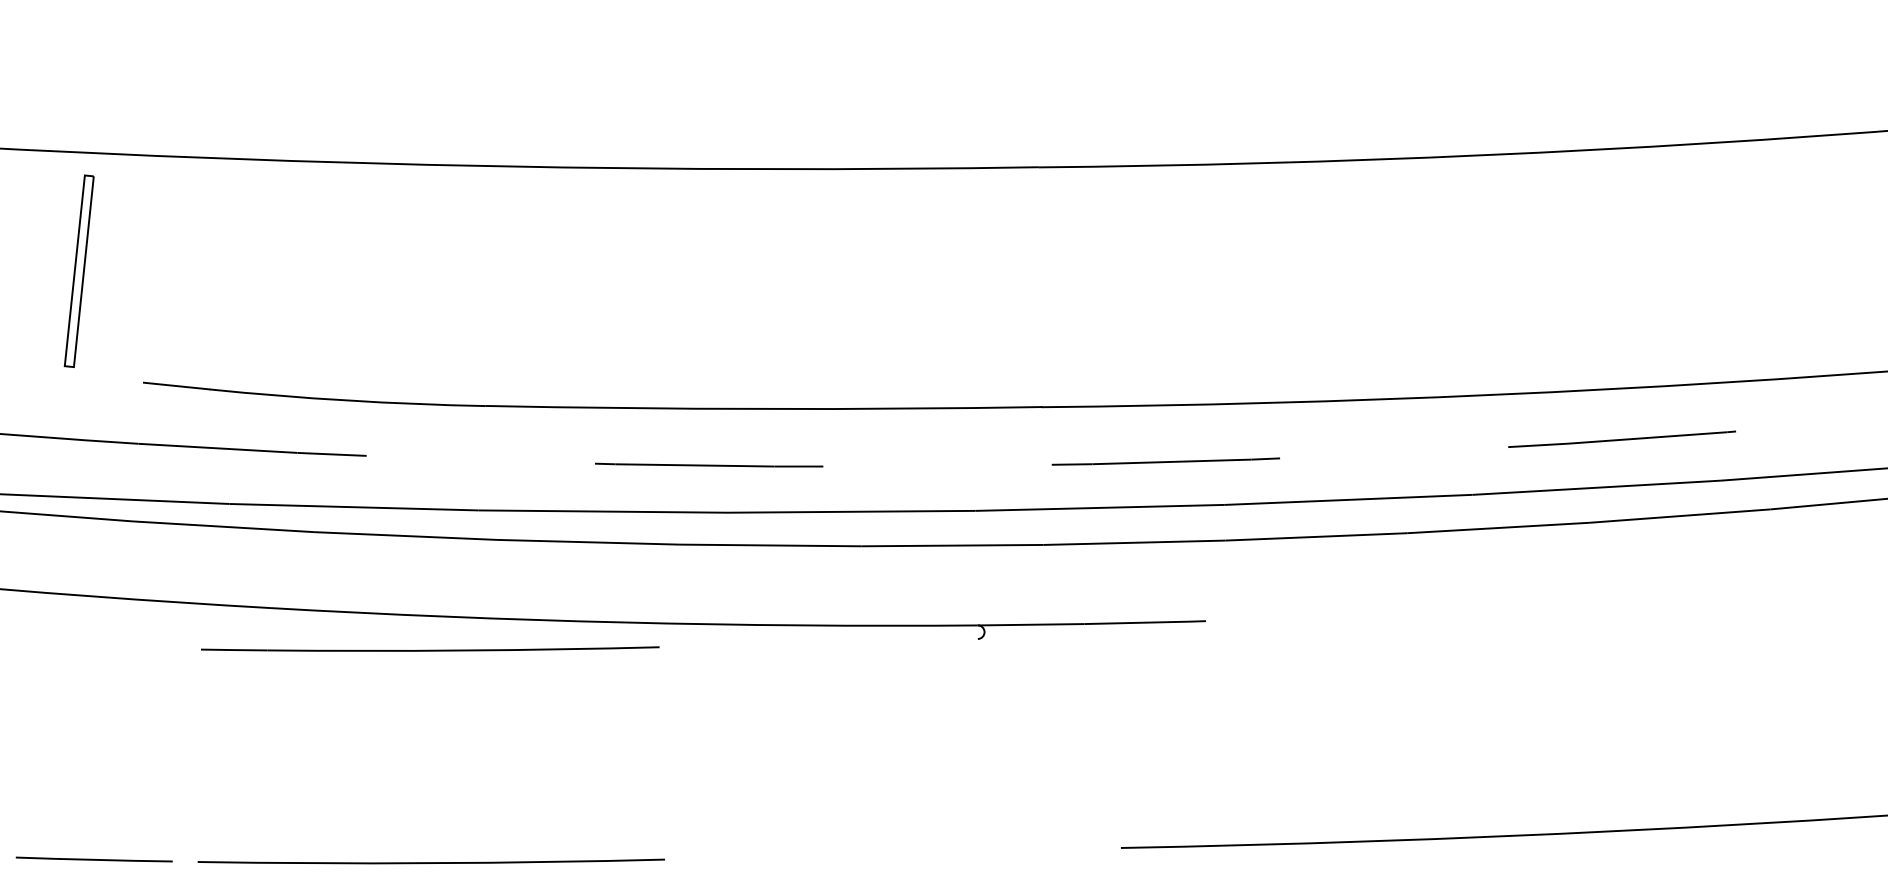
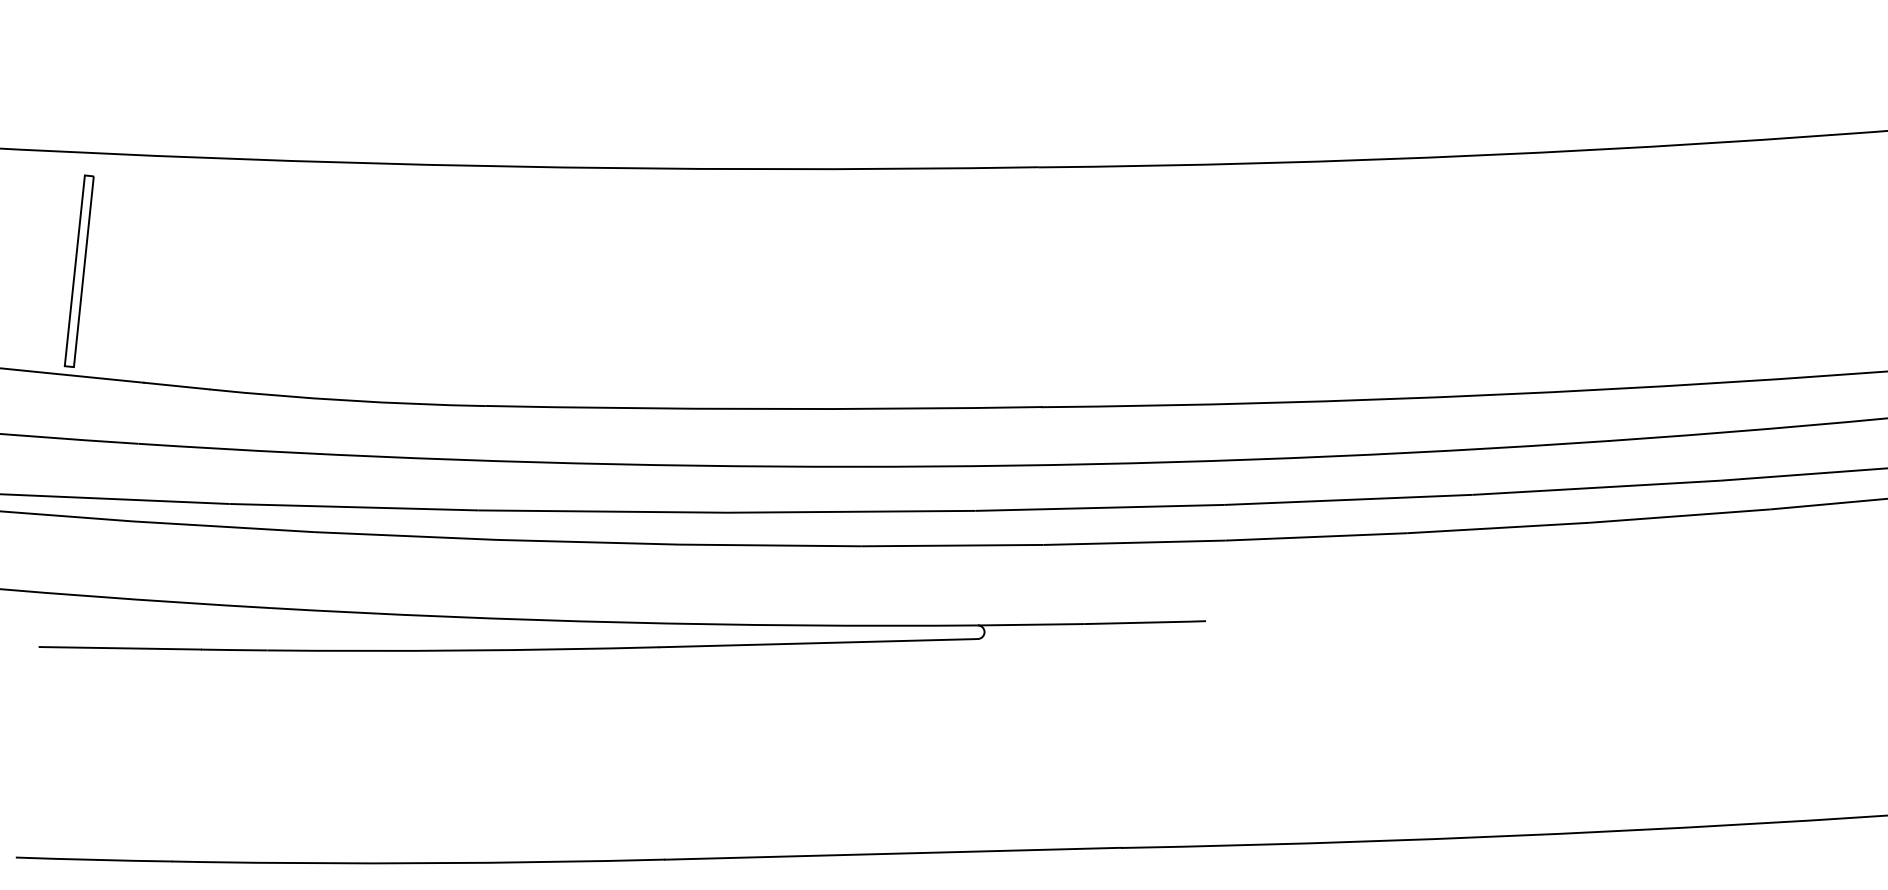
line at (72, 375): none -> present
arc at (1014, 465): dashed -> solid
line at (818, 643): none -> present
line at (119, 648): none -> present
line at (892, 853): none -> present
line at (184, 861): none -> present
